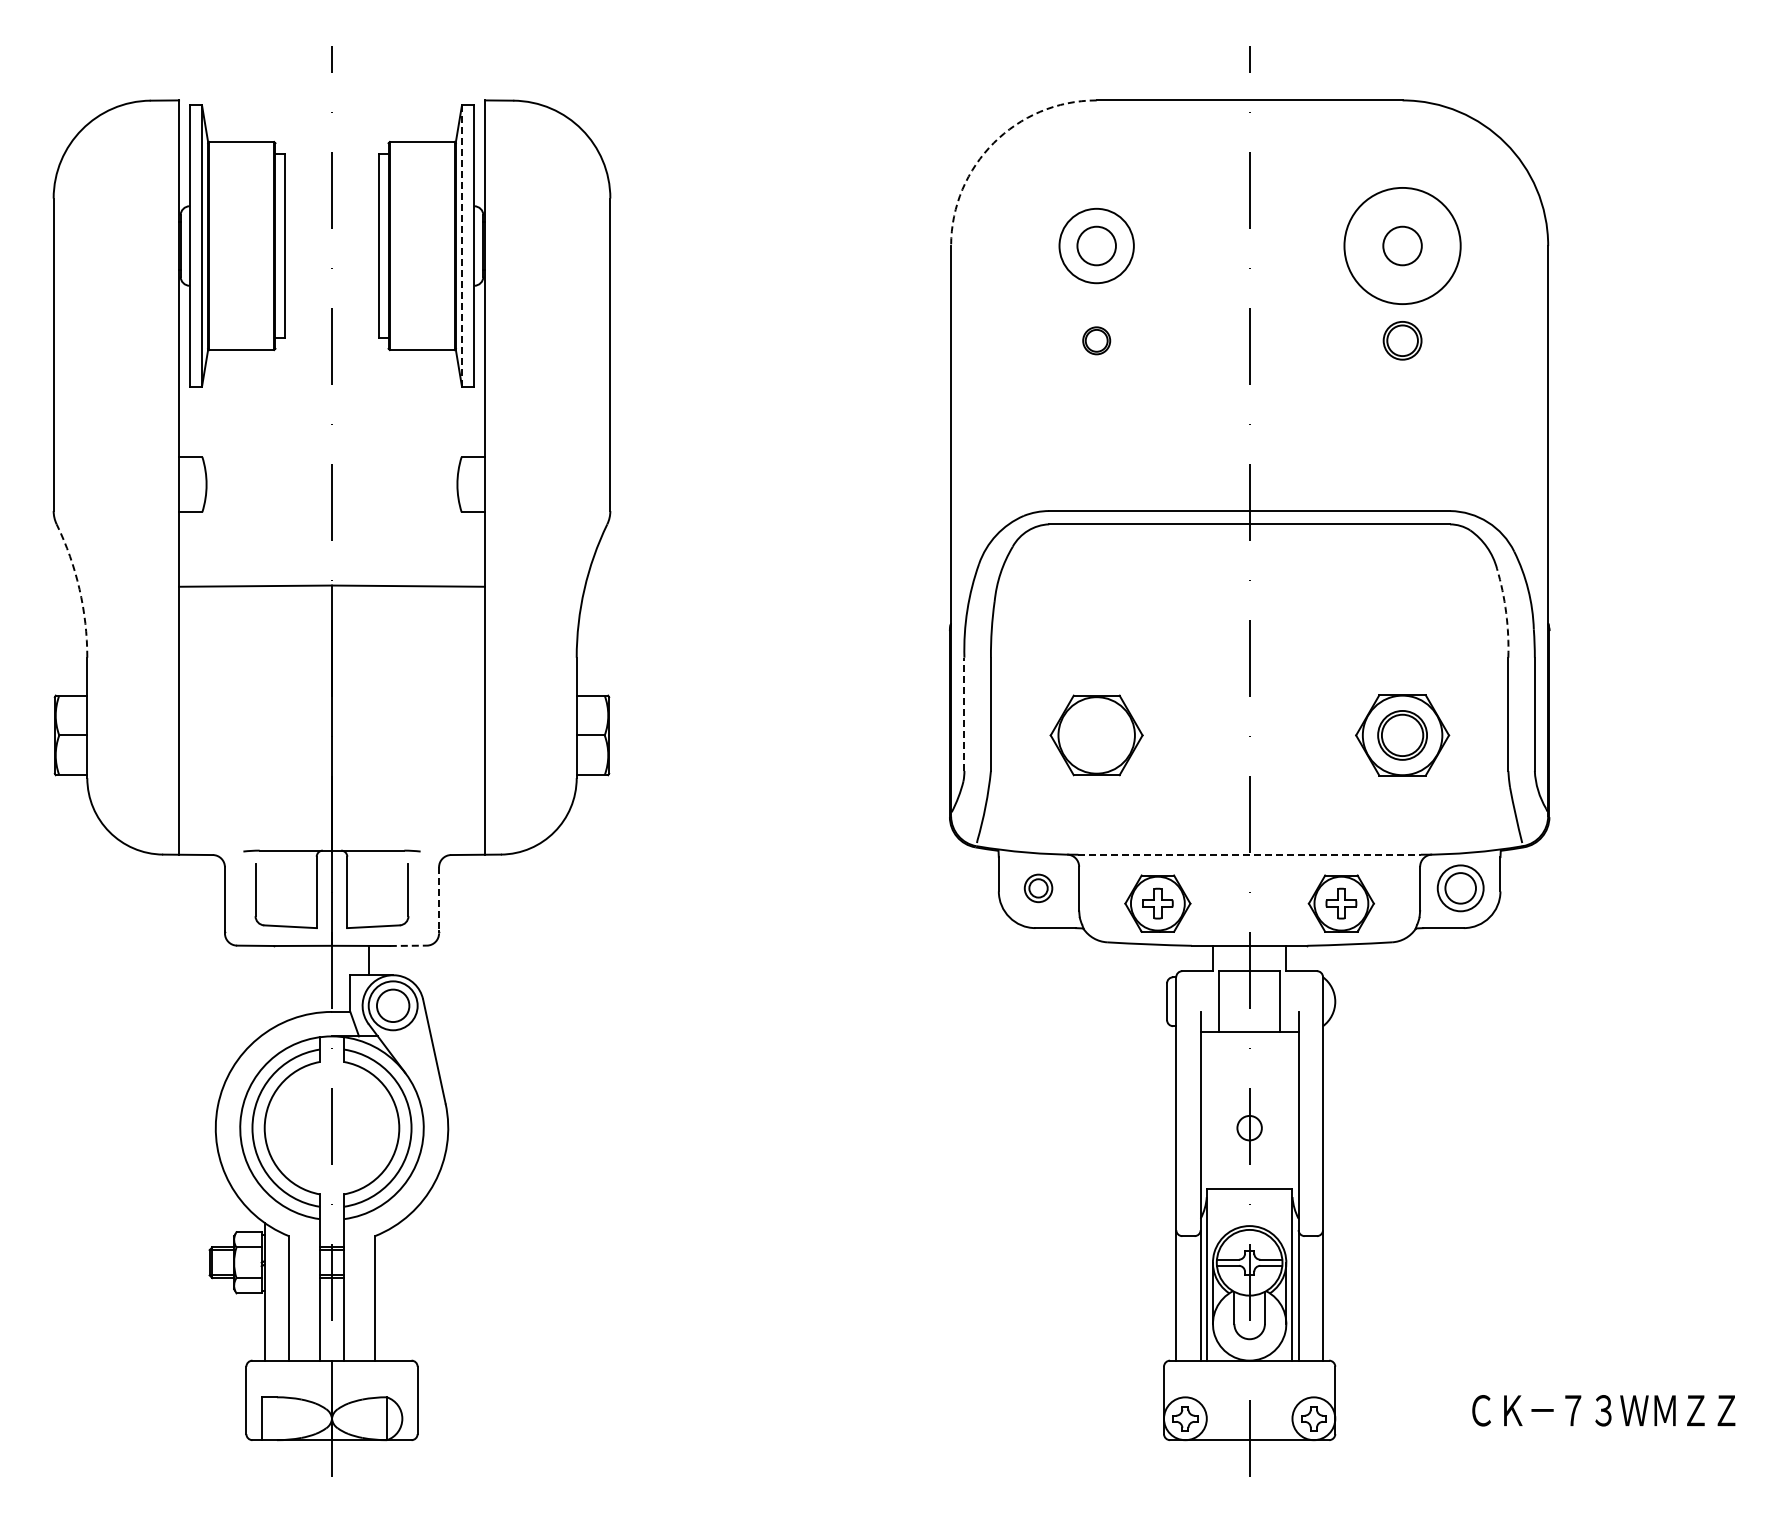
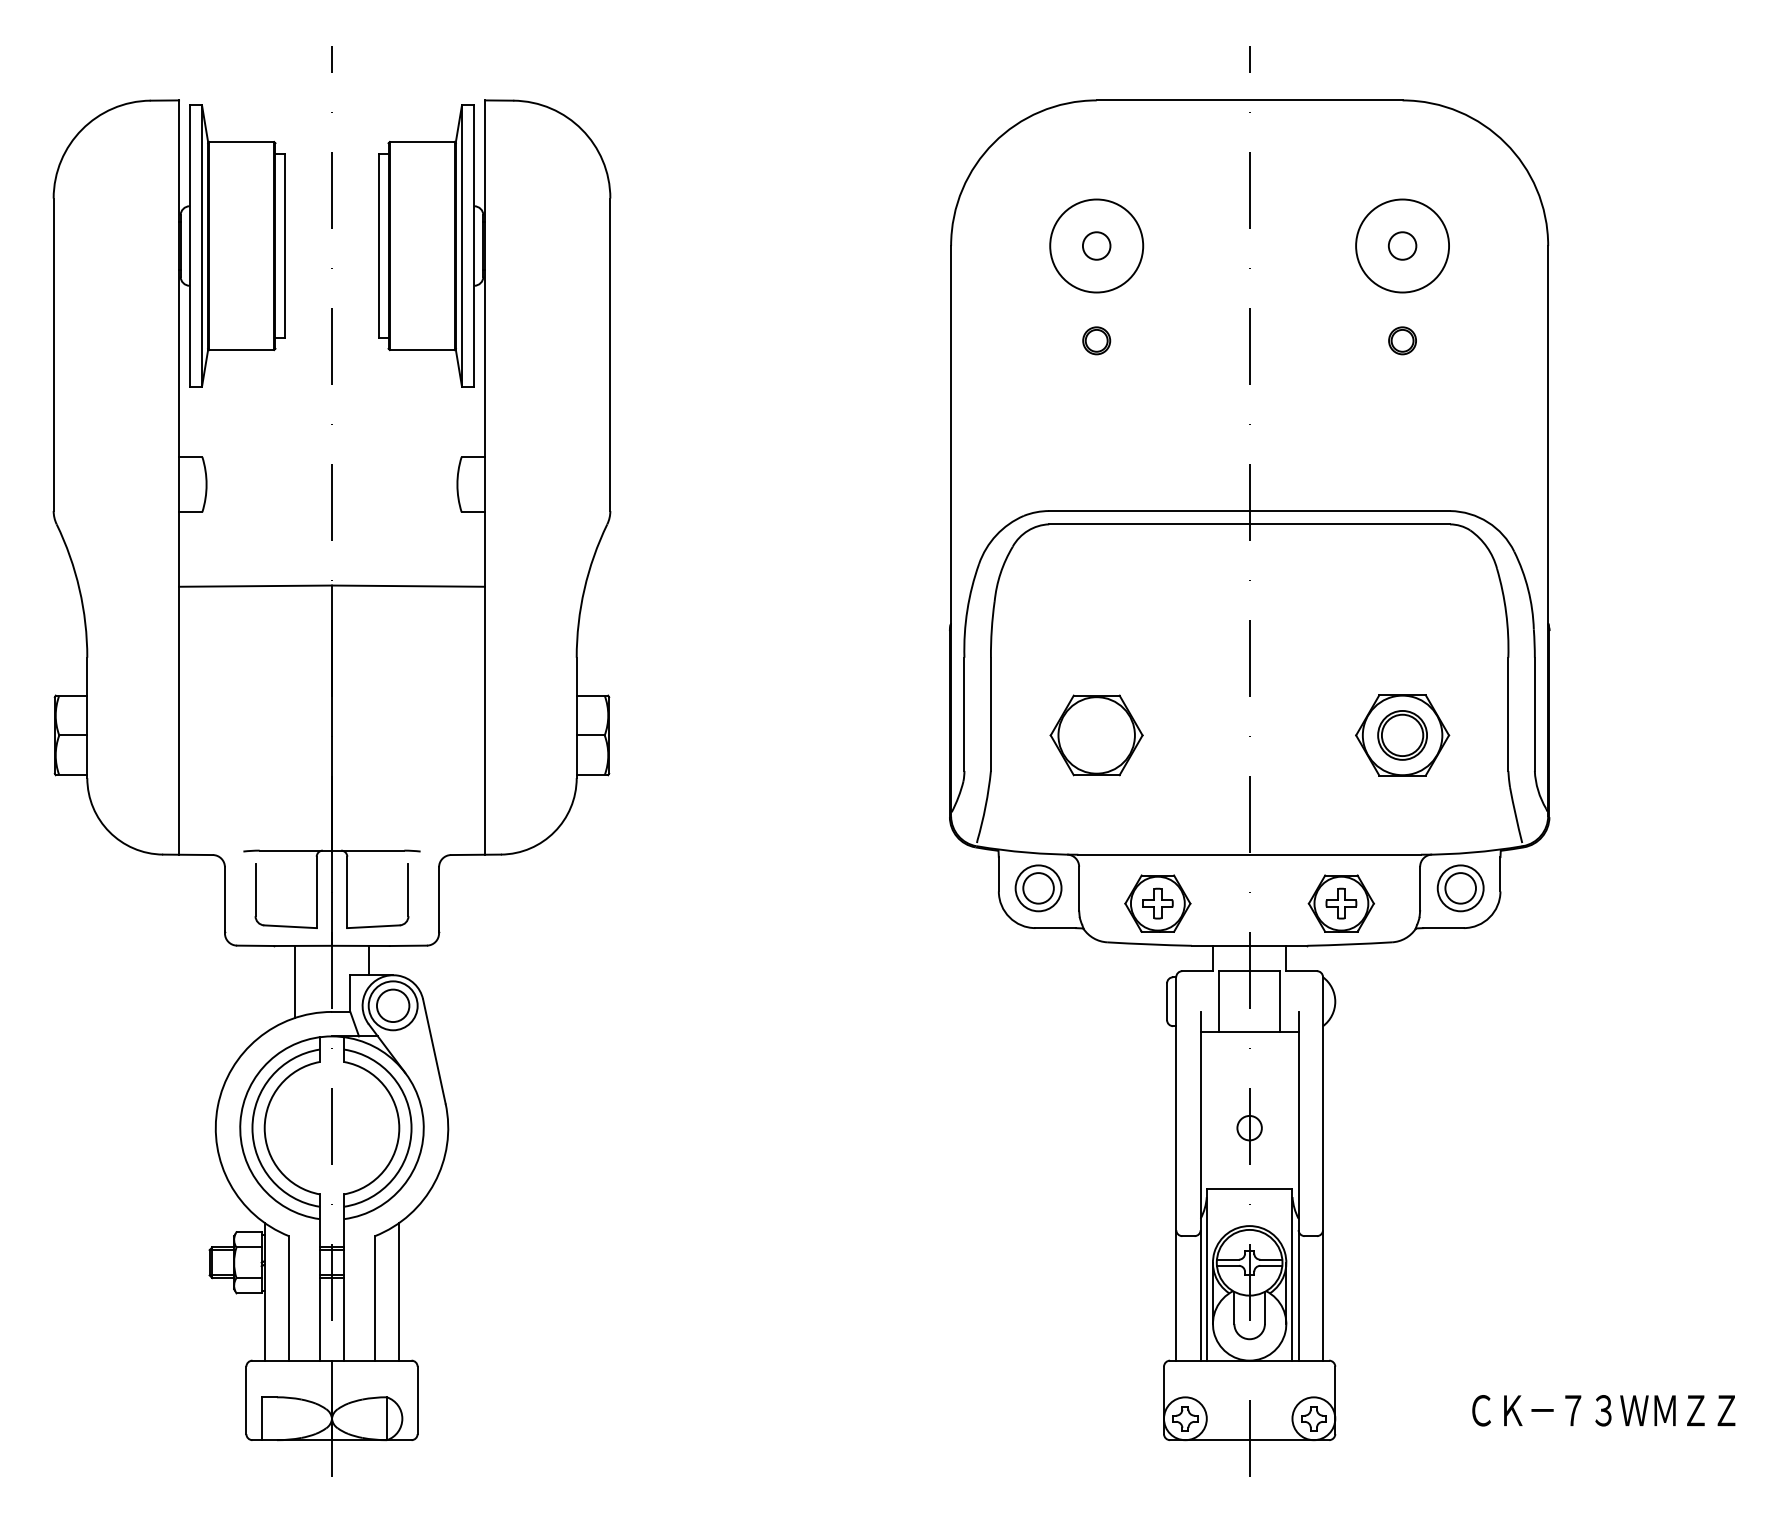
arc at (993, 143): dashed -> solid
circle at (1096, 245) diameter: 39 px -> 28 px
circle at (1096, 245) diameter: 74 px -> 93 px
circle at (1402, 245) diameter: 116 px -> 93 px
circle at (1402, 245) diameter: 39 px -> 28 px
line at (462, 246): dashed -> solid
part at (1402, 340) size: 41x40 px -> 29x30 px
arc at (79, 589): dashed -> solid
arc at (1506, 612): dashed -> solid
line at (964, 714): dashed -> solid
line at (1250, 854): dashed -> solid
part at (1038, 888) size: 31x31 px -> 49x49 px
line at (439, 900): dashed -> solid
line at (408, 945): dashed -> solid
line at (295, 981): none -> present
line at (399, 1291): none -> present
